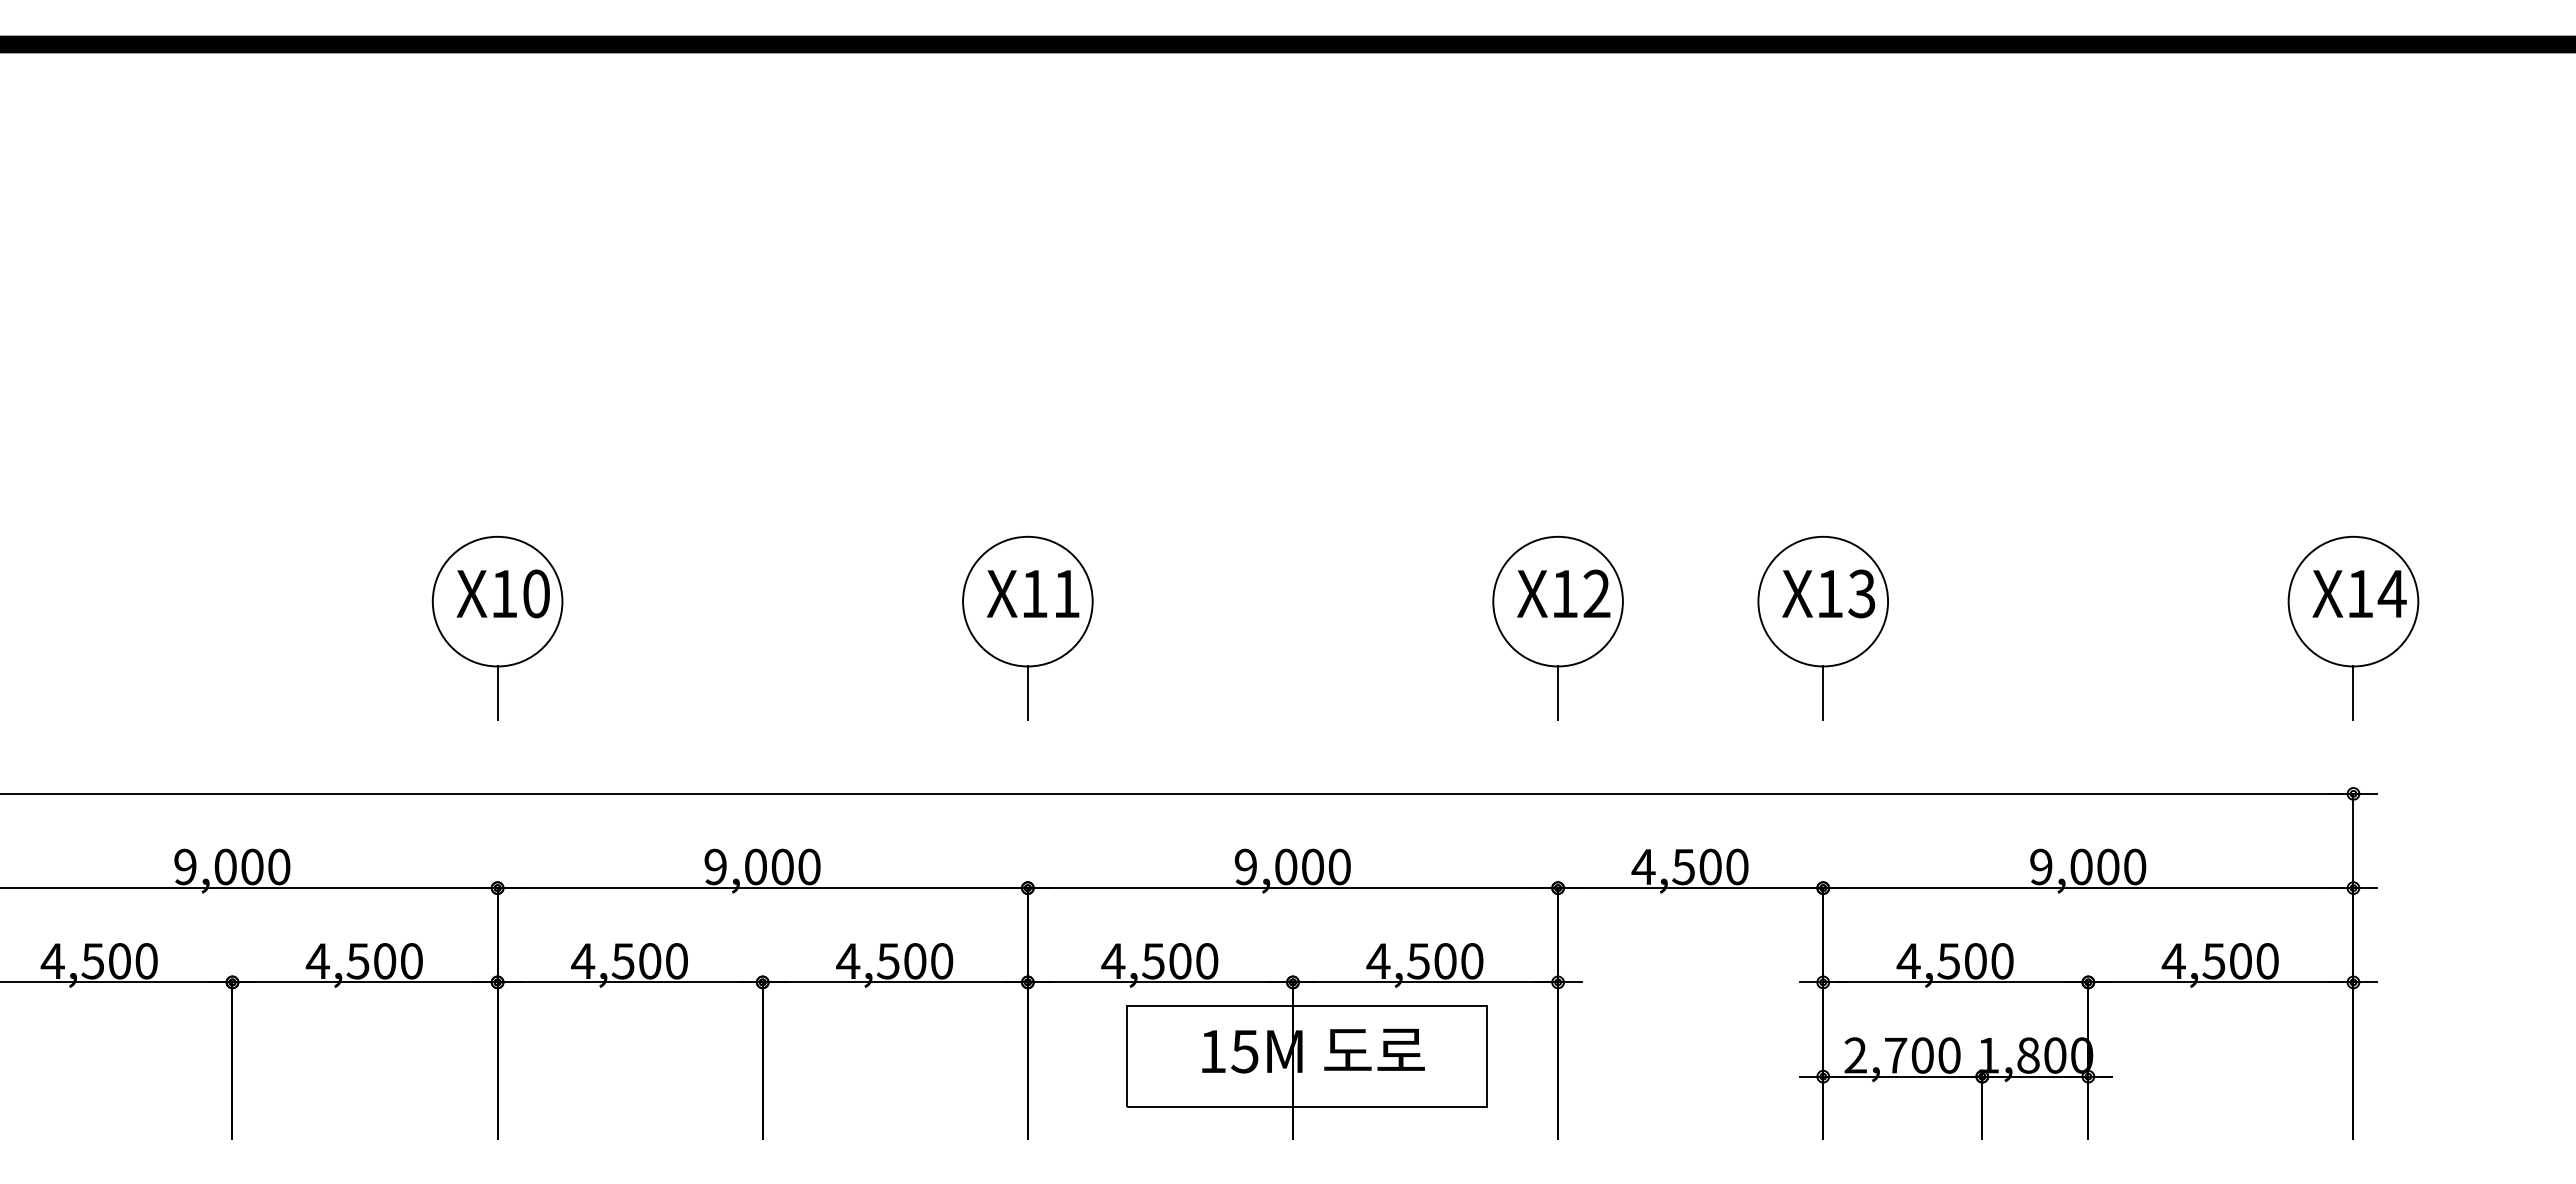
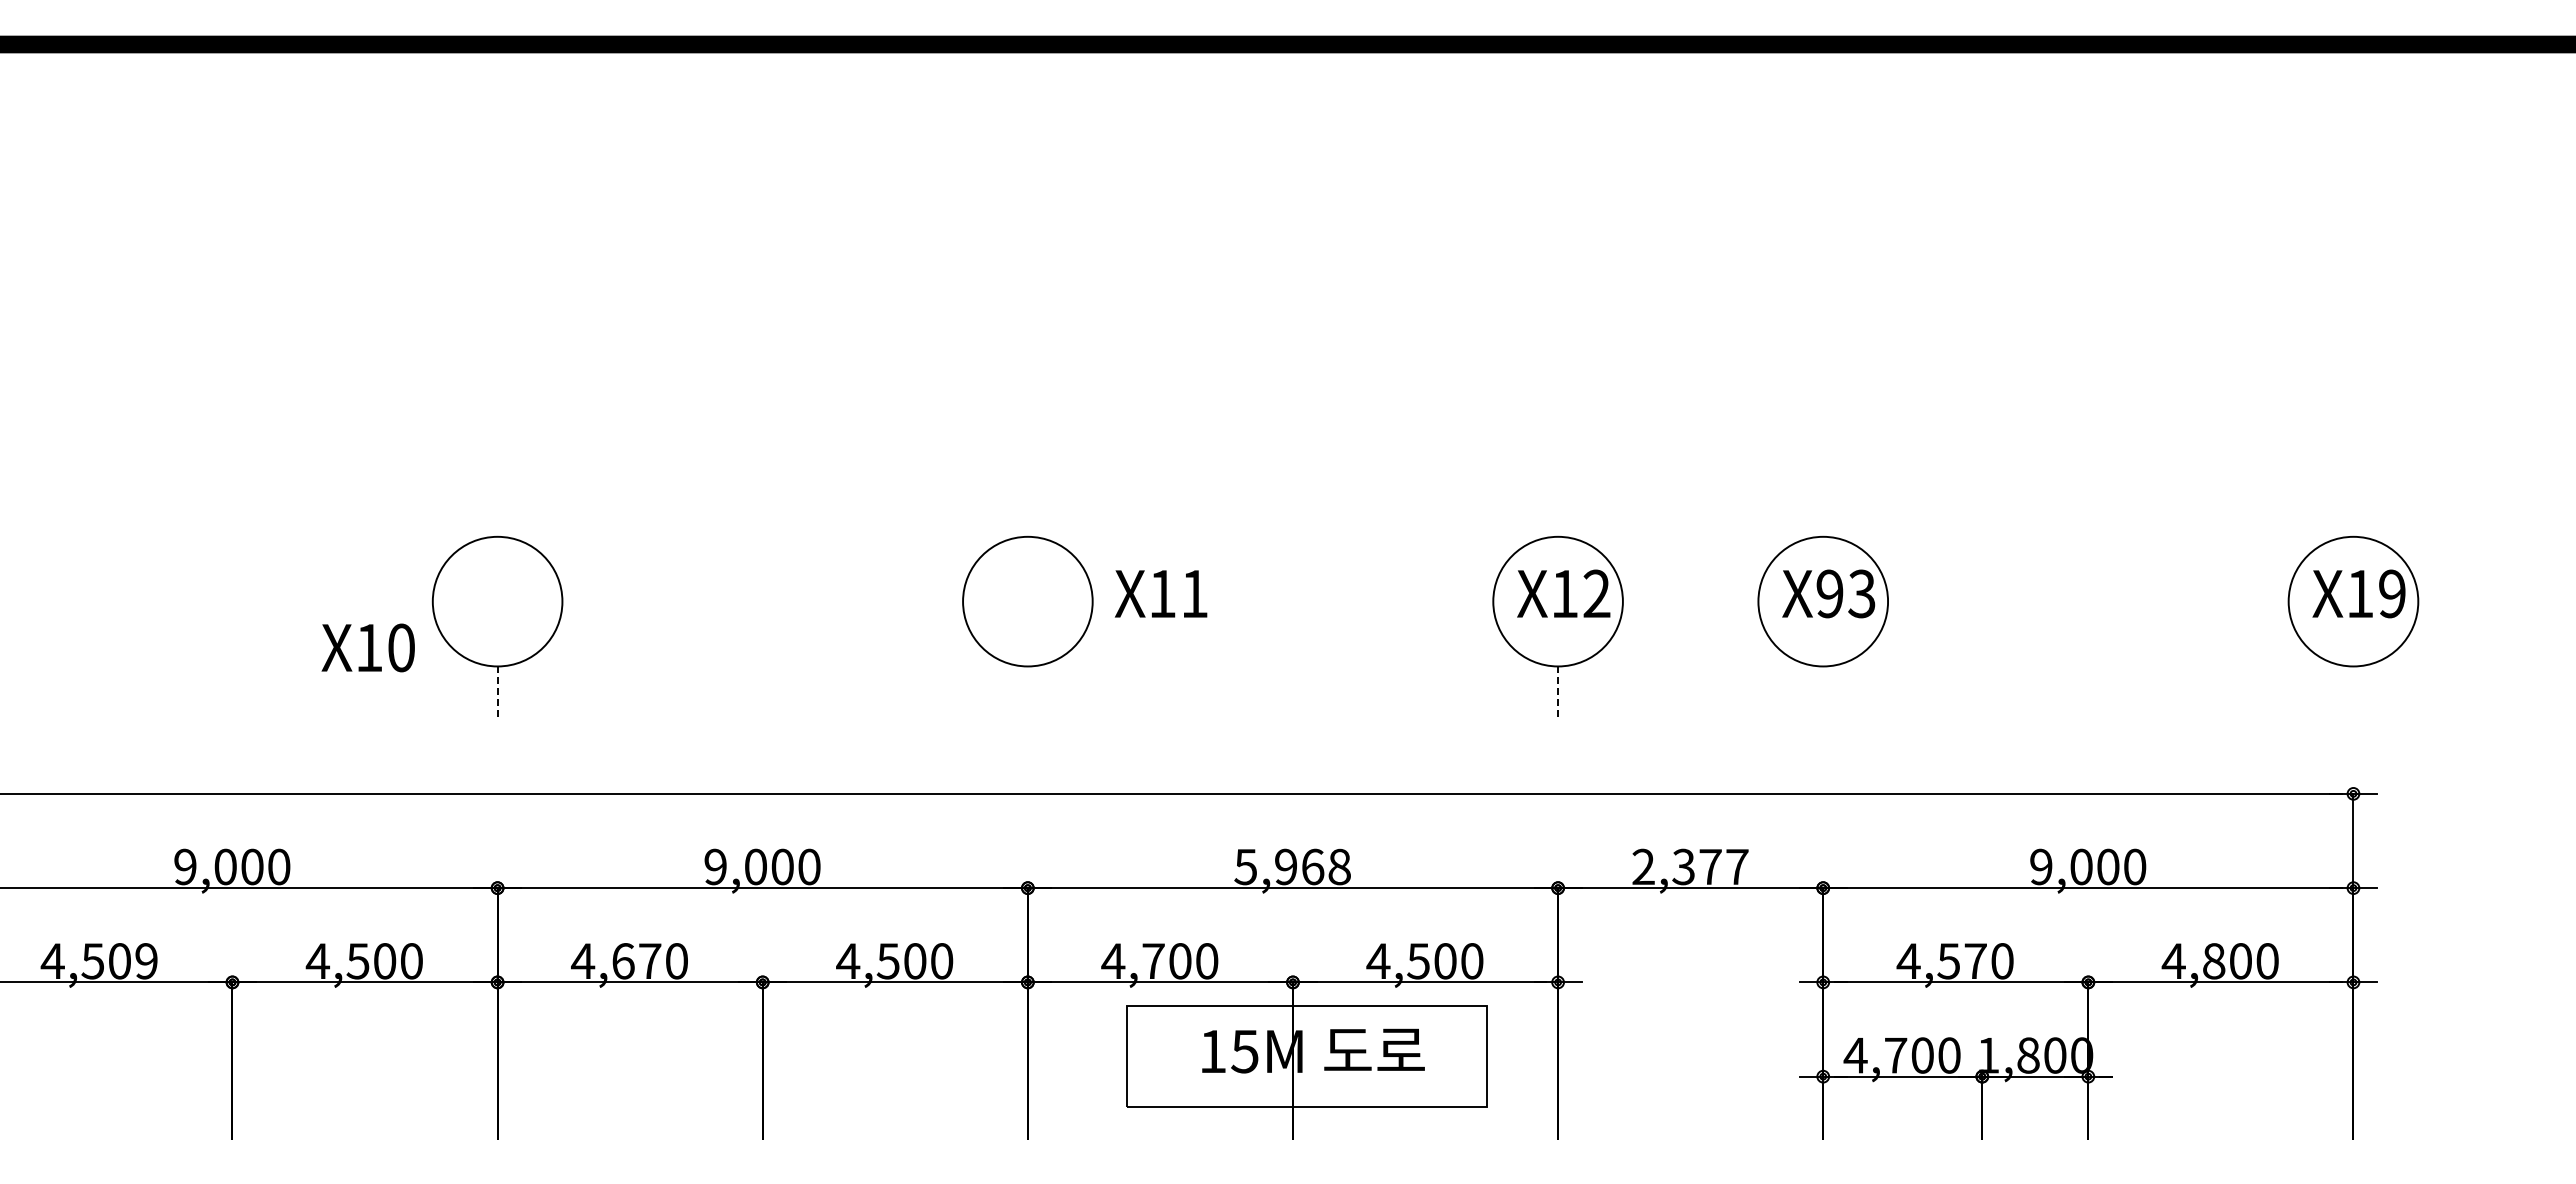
text at (502, 593) position: (502, 593) -> (367, 647)
text at (1032, 593) position: (1032, 593) -> (1160, 593)
text at (1829, 593): X13 -> X93
text at (2391, 593): X14 -> X19
line at (1027, 692): present -> none
line at (1823, 692): present -> none
line at (2353, 692): present -> none
line at (497, 693): solid -> dashed
line at (1558, 693): solid -> dashed
text at (1292, 866): 9,000 -> 5,968
text at (1689, 866): 4,500 -> 2,377
text at (146, 961): 4,500 -> 4,509
text at (636, 961): 4,500 -> 4,670
text at (1153, 961): 4,500 -> 4,700
text at (1975, 961): 4,500 -> 4,570
text at (2213, 961): 4,500 -> 4,800
text at (1855, 1055): 2,700 -> 4,700
